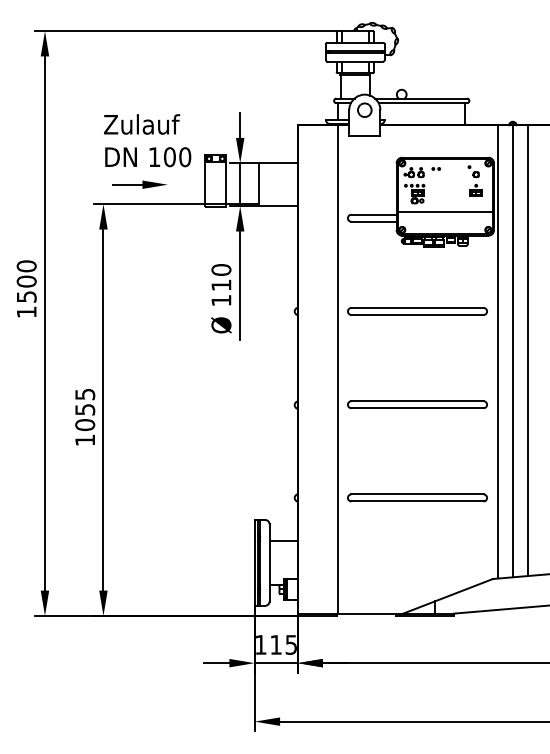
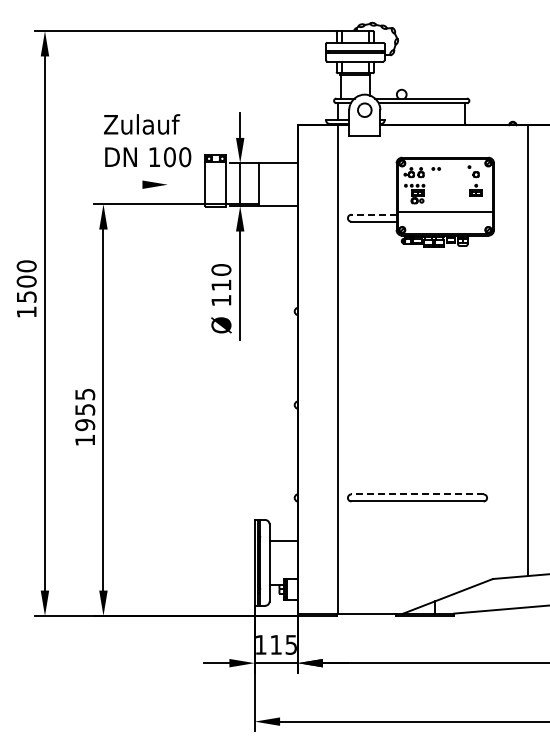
line at (127, 184): present -> none
line at (374, 214): solid -> dashed
part at (417, 311): present -> none
line at (512, 349): present -> none
line at (497, 351): present -> none
part at (417, 404): present -> none
text at (85, 425): 1055 -> 1955
line at (417, 494): solid -> dashed
